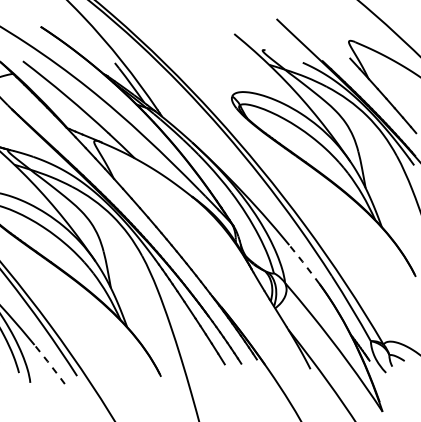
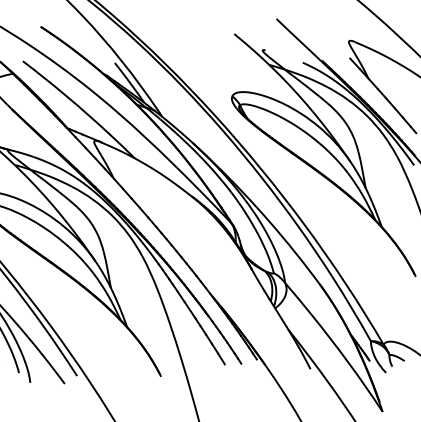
line at (304, 264): dashed -> solid
line at (50, 364): dashed -> solid
